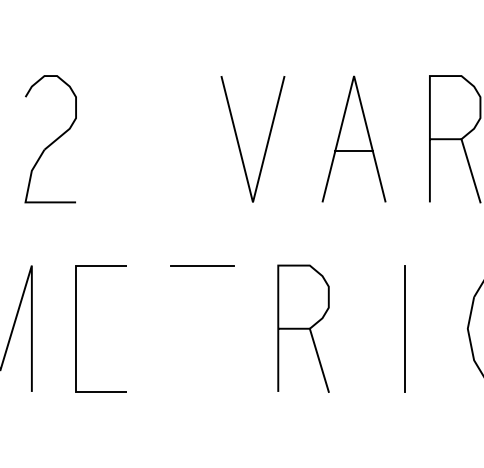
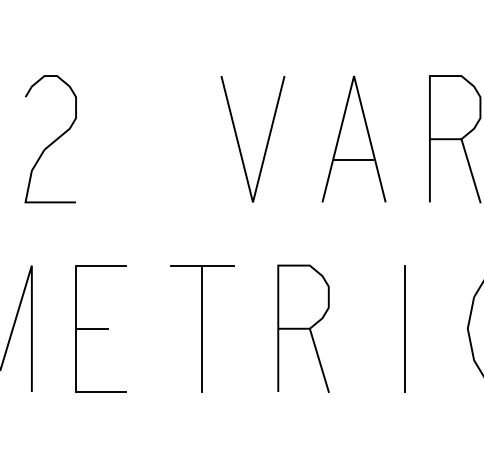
line at (354, 151) position: (354, 151) -> (354, 160)
line at (91, 328): none -> present
line at (202, 328): none -> present
